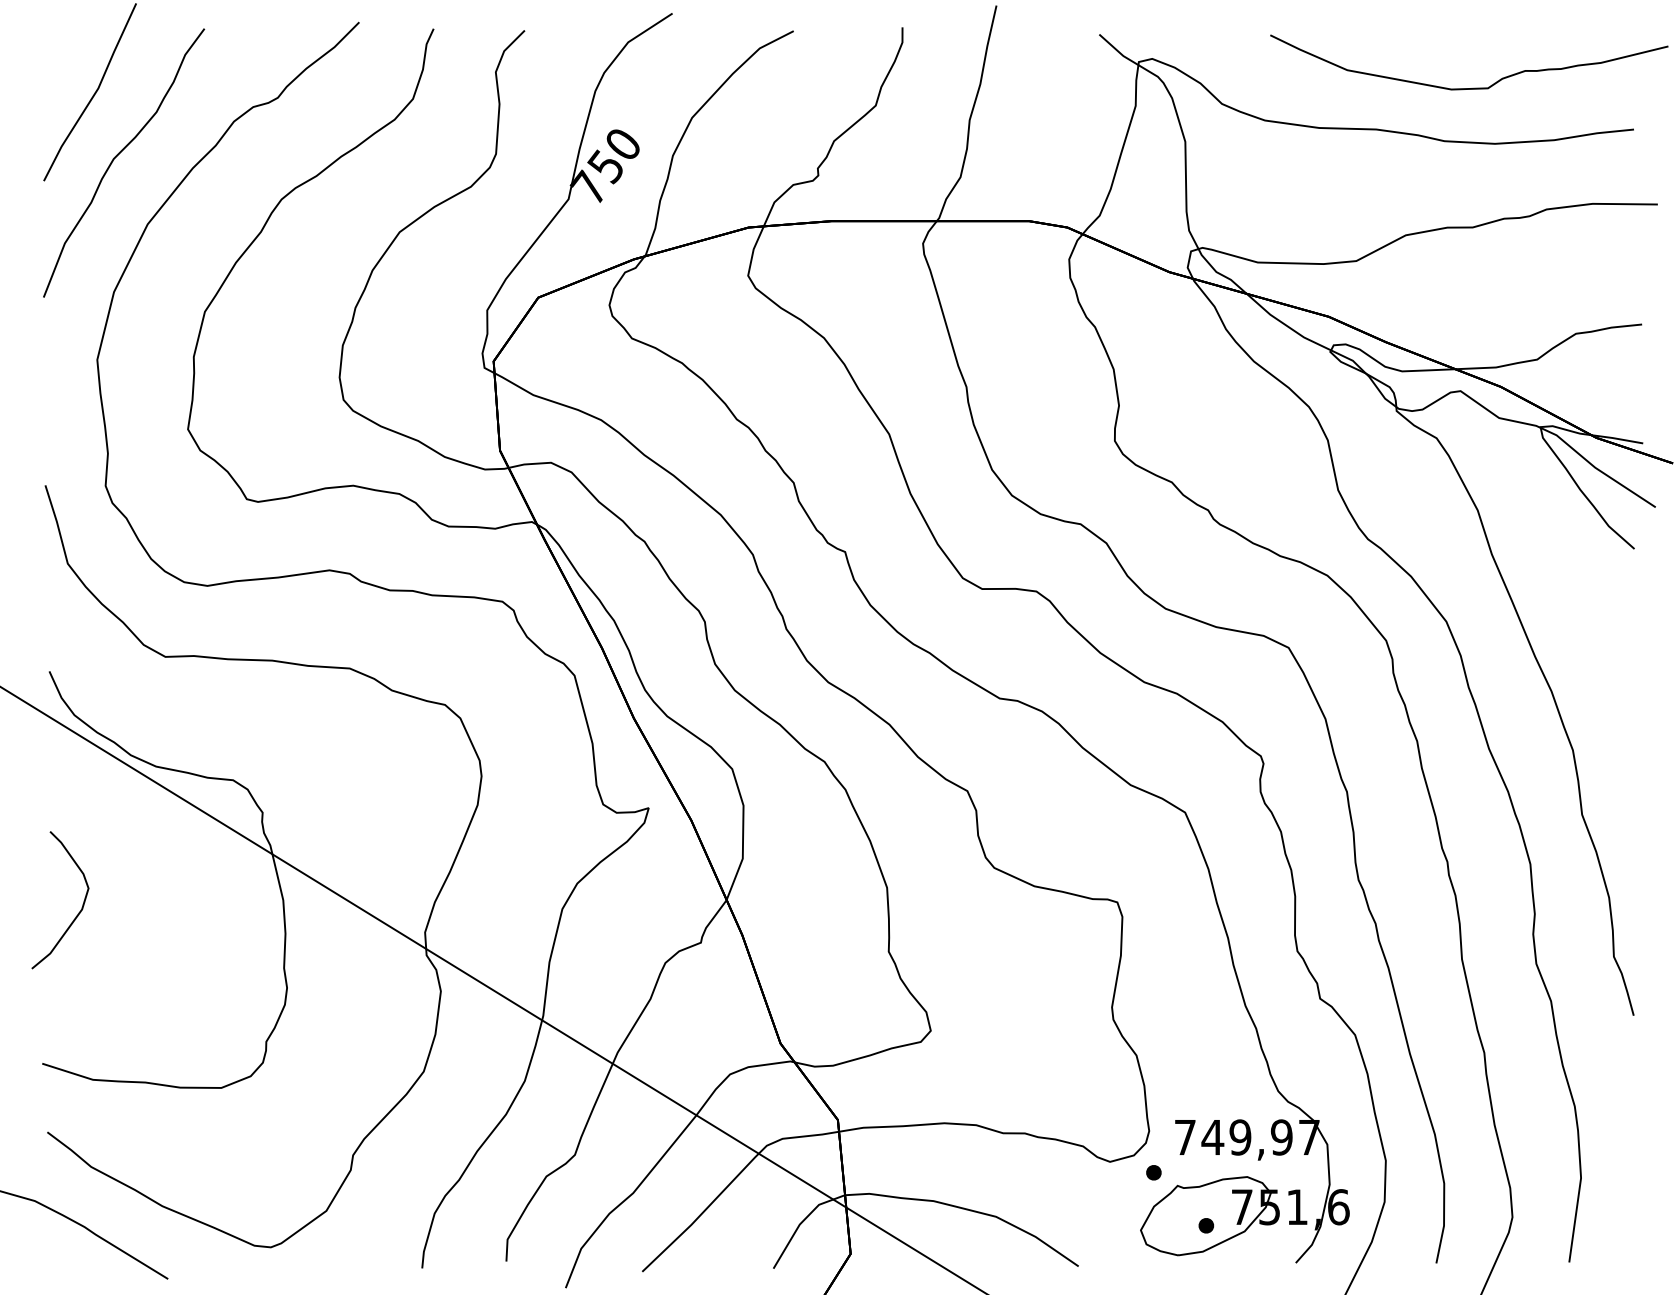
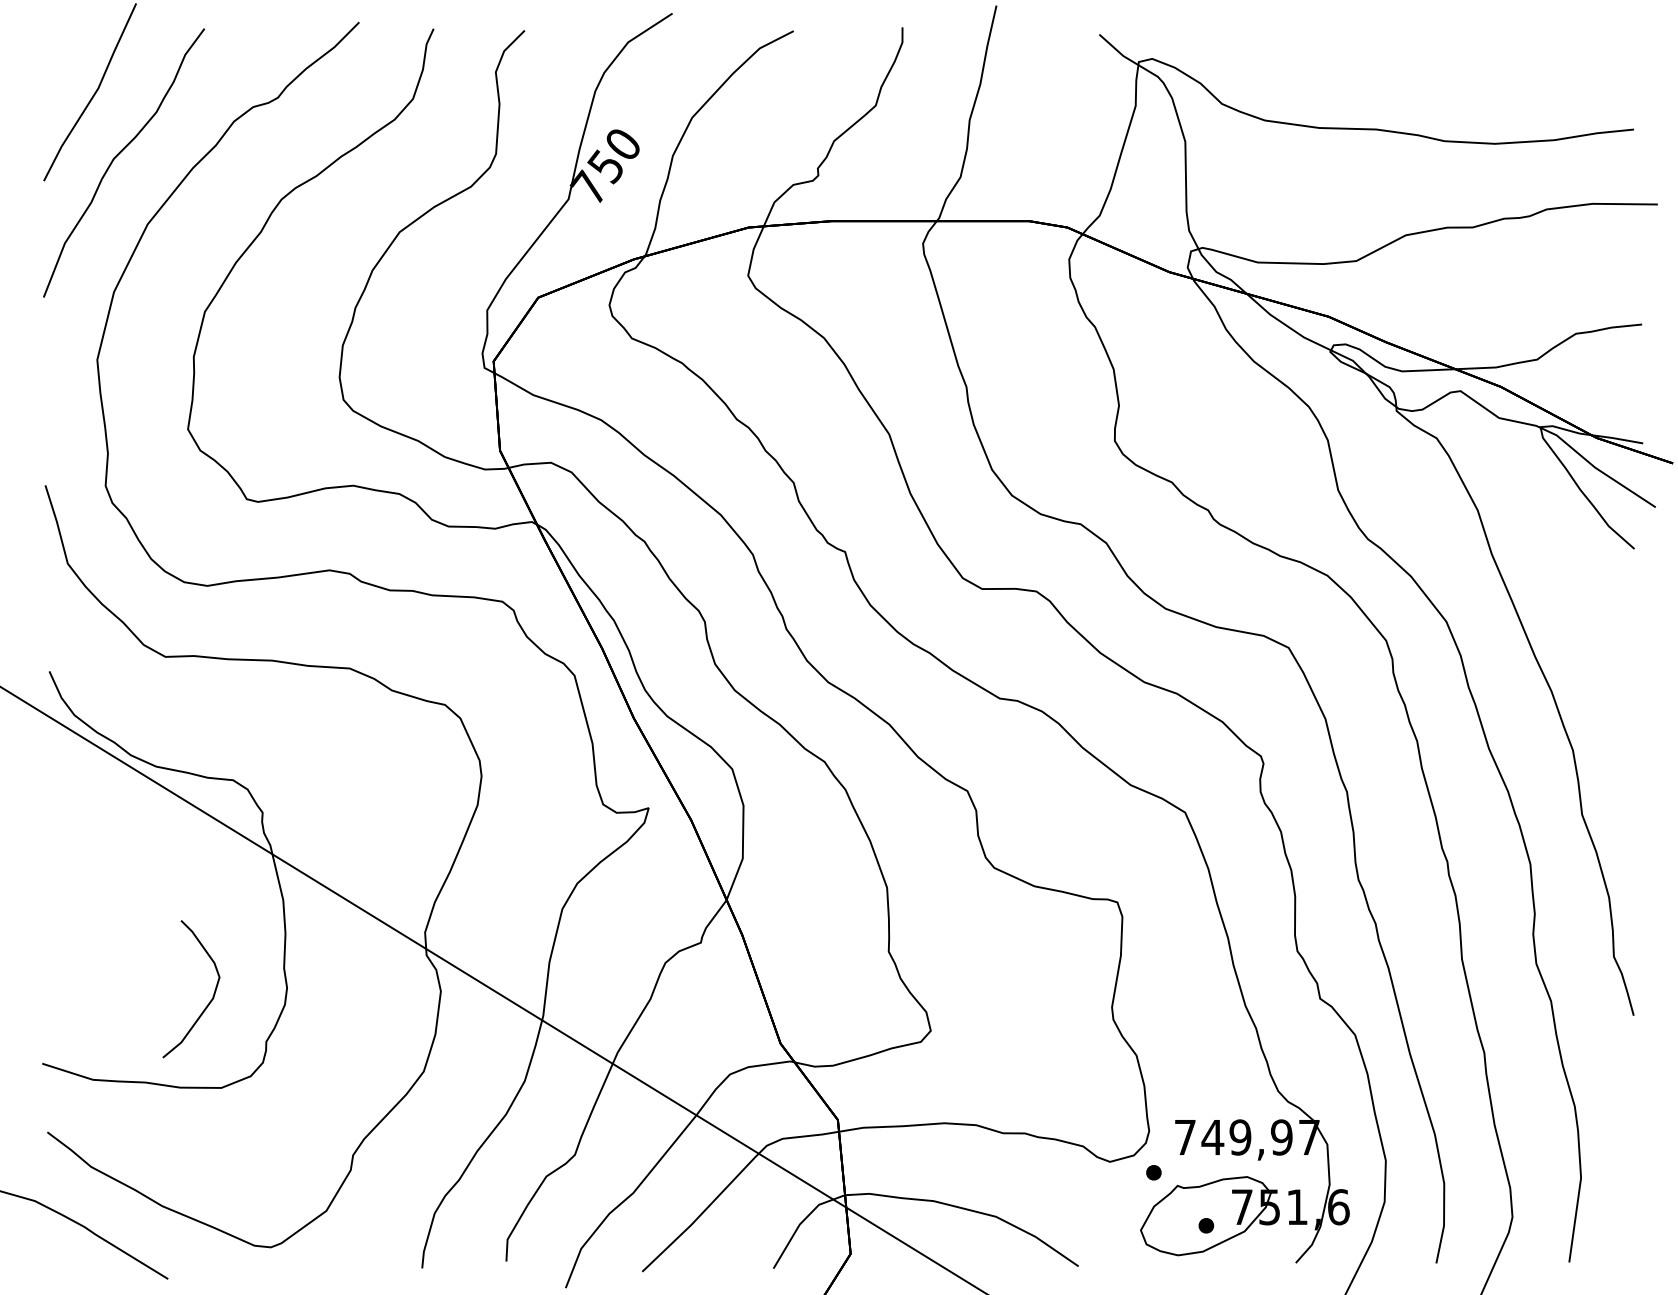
curve at (1473, 87): present -> none
curve at (78, 912) position: (78, 912) -> (209, 1001)
